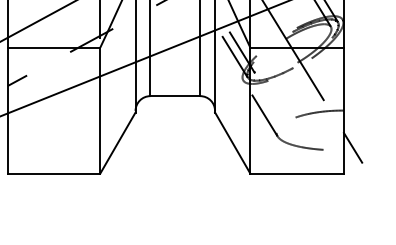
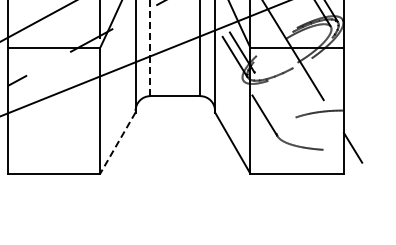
line at (150, 48): solid -> dashed
line at (117, 143): solid -> dashed
